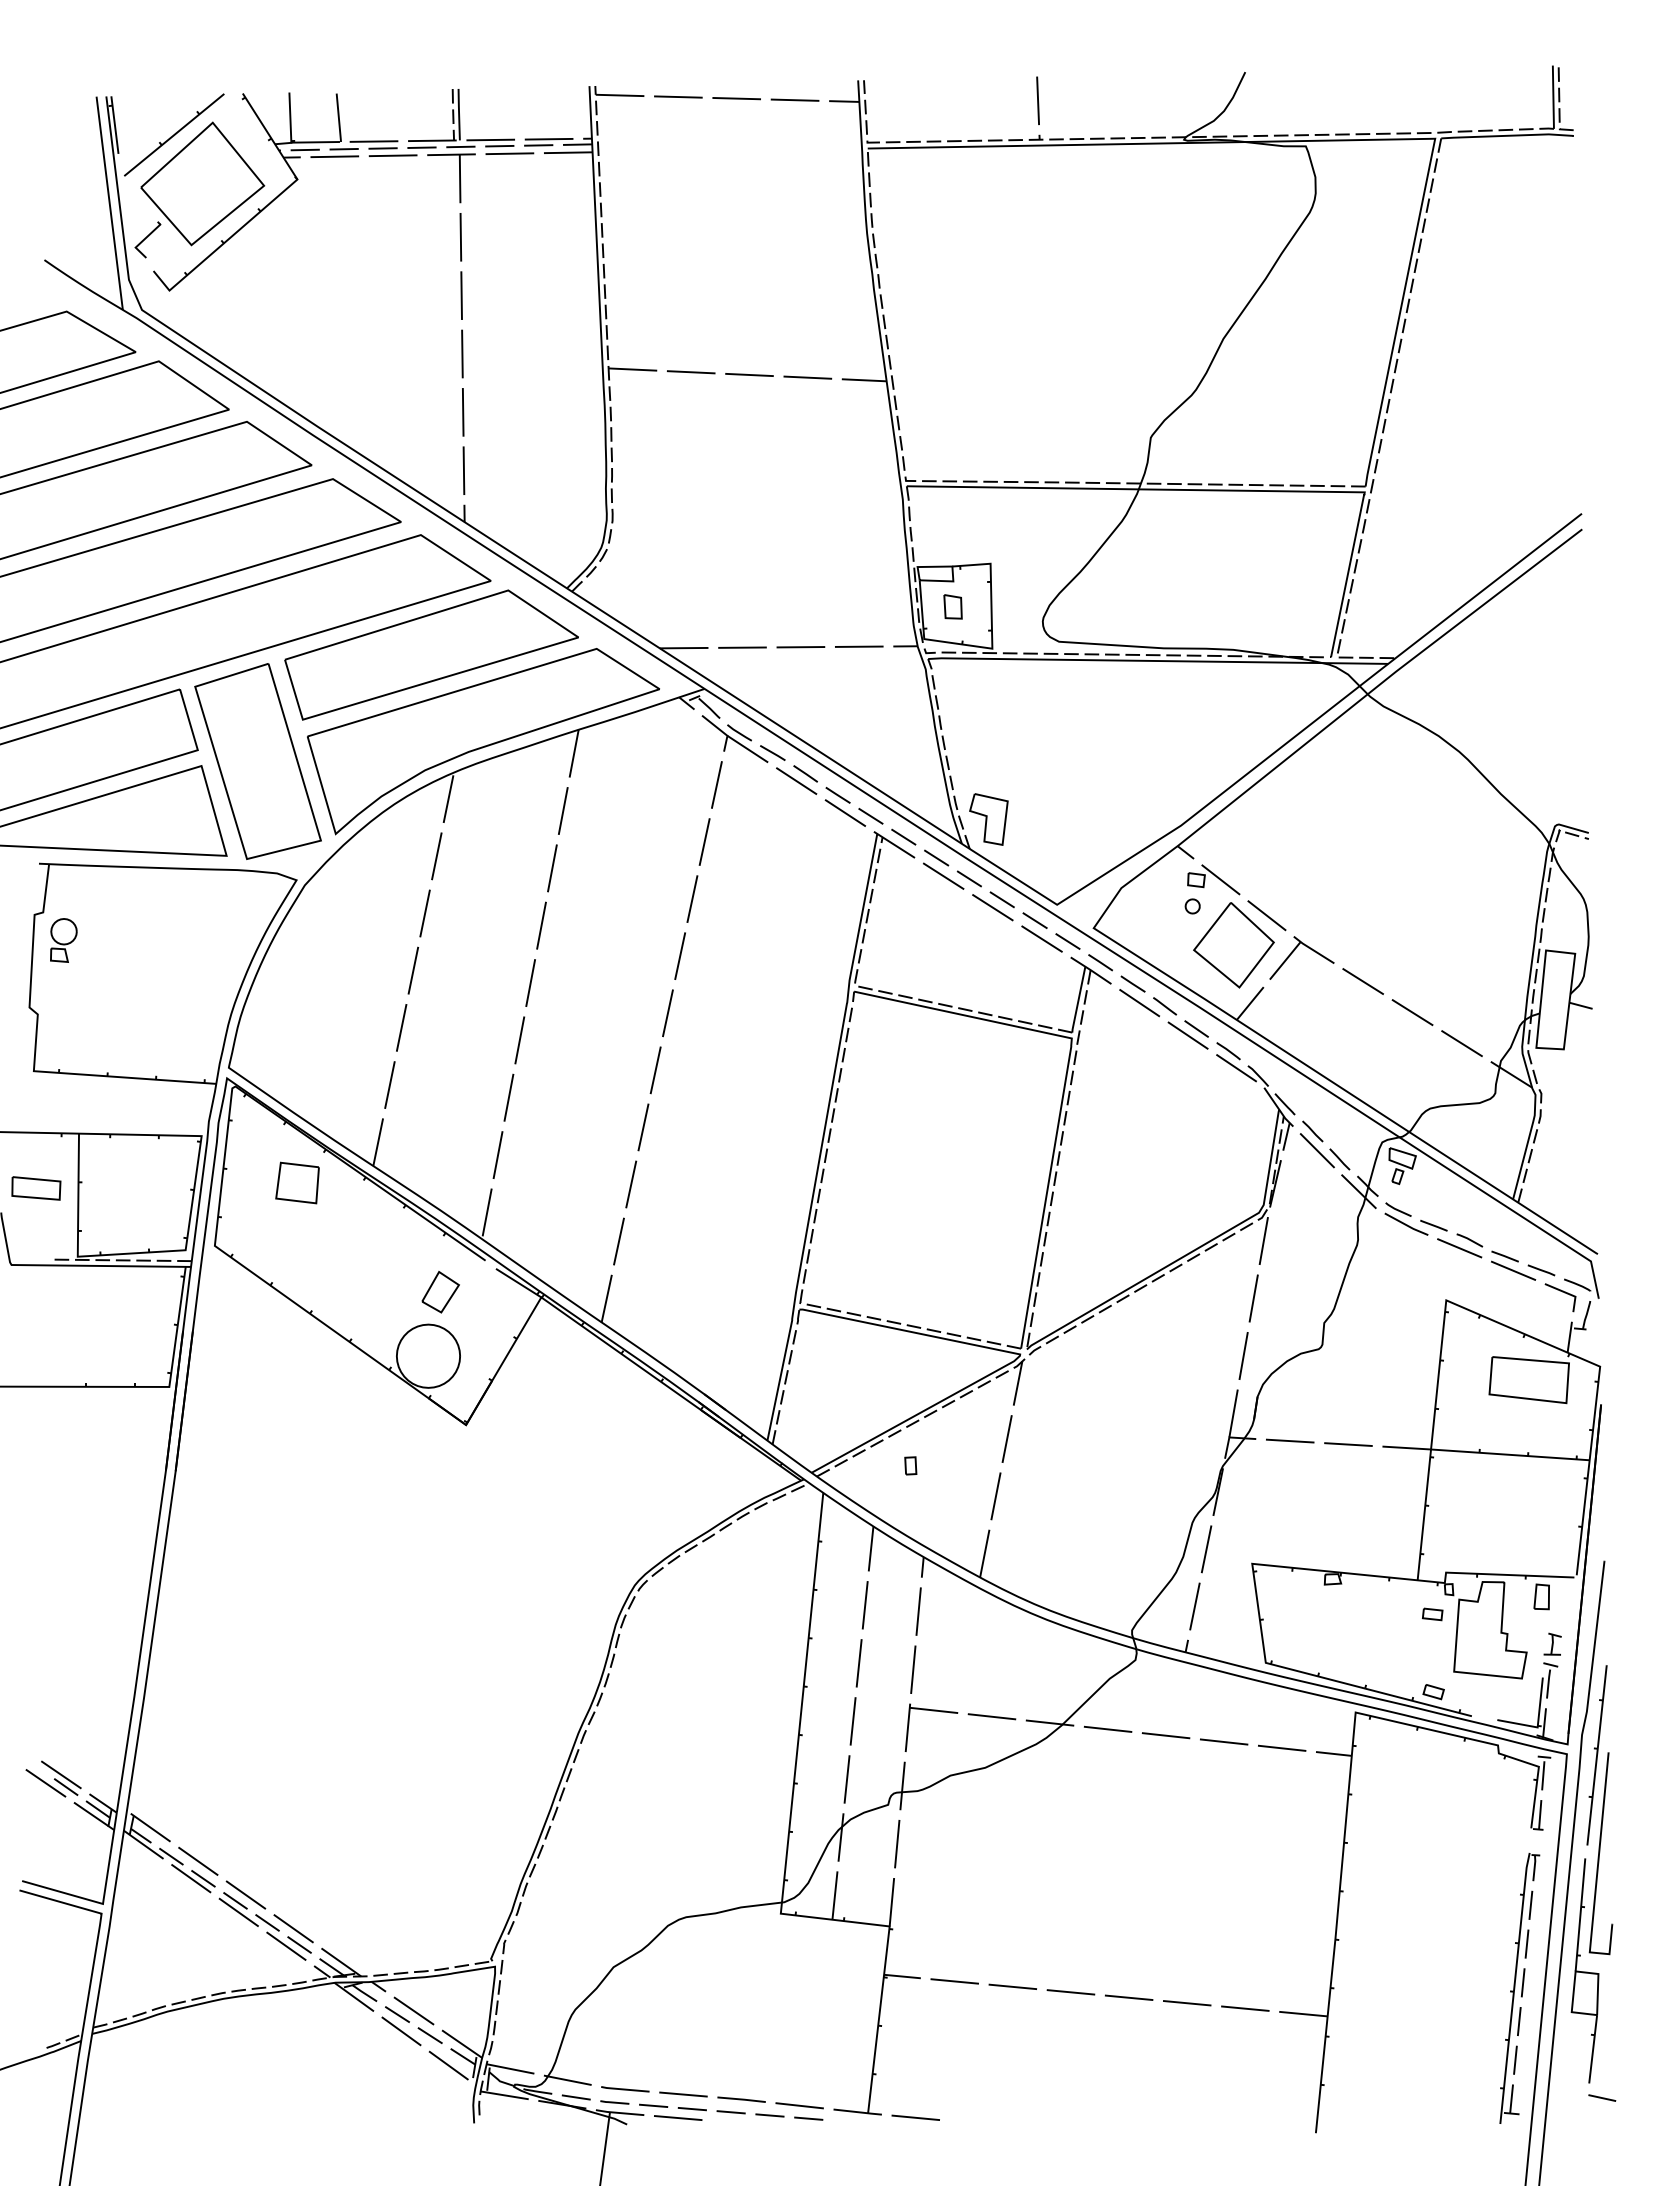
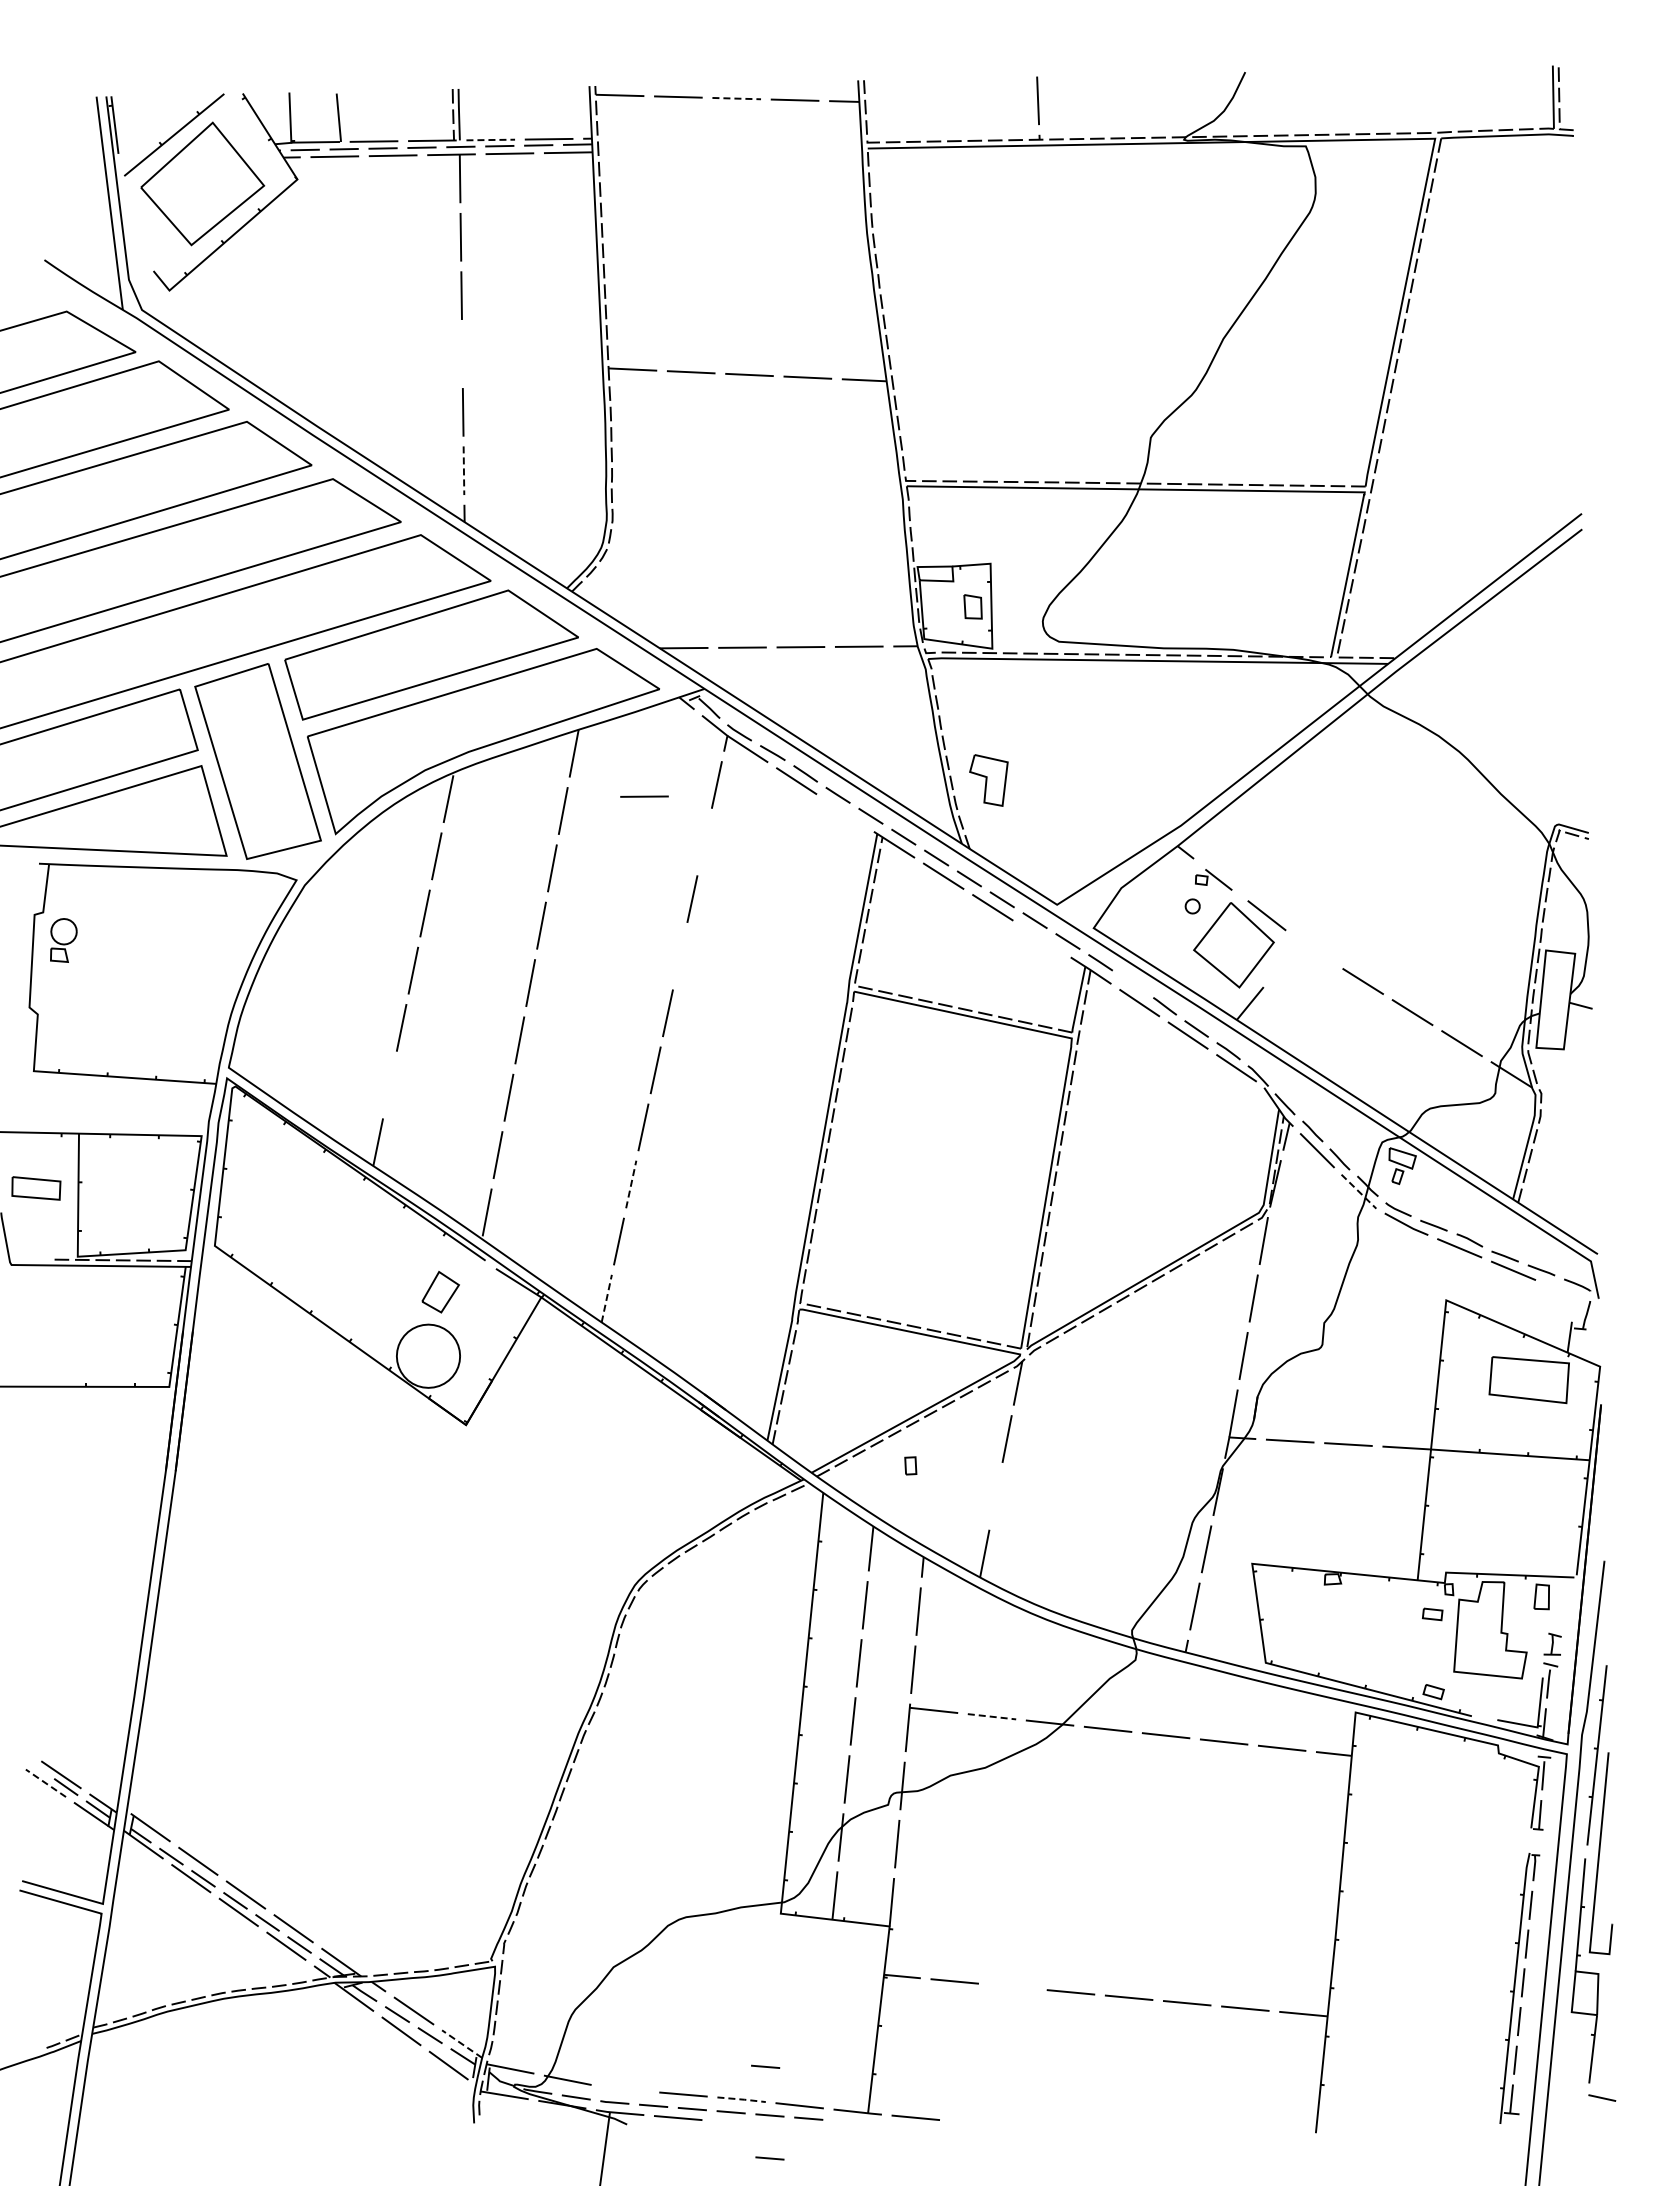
line at (737, 98): solid -> dashed
line at (491, 140): solid -> dashed
part at (147, 239): present -> none
line at (462, 353): present -> none
line at (463, 471): solid -> dashed
part at (952, 606) position: (952, 606) -> (972, 606)
line at (644, 796): none -> present
line at (845, 812): present -> none
part at (988, 819) position: (988, 819) -> (988, 780)
line at (704, 841): present -> none
part at (1213, 879) size: 54x32 px -> 38x22 px
line at (1041, 938): present -> none
part at (1294, 951): present -> none
line at (679, 955): present -> none
line at (1132, 983): present -> none
line at (389, 1084): present -> none
part at (297, 1182): present -> none
line at (631, 1184): solid -> dashed
line at (1359, 1192): solid -> dashed
line at (1562, 1292): present -> none
line at (606, 1299): solid -> dashed
line at (995, 1496): present -> none
line at (992, 1716): solid -> dashed
line at (45, 1783): solid -> dashed
line at (1012, 1986): present -> none
line at (461, 2043): solid -> dashed
line at (765, 2066): none -> present
line at (625, 2089): present -> none
line at (742, 2099): solid -> dashed
line at (769, 2158): none -> present
